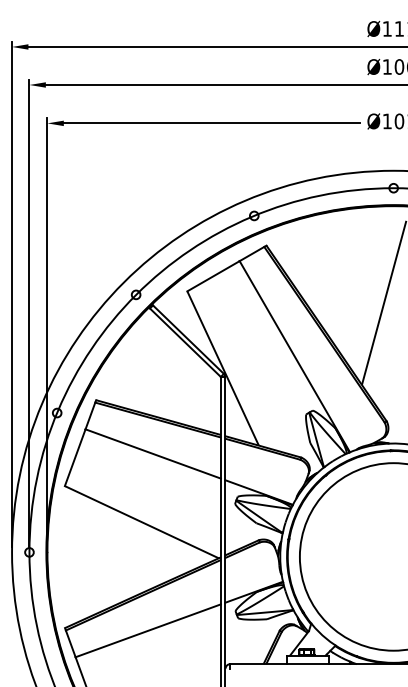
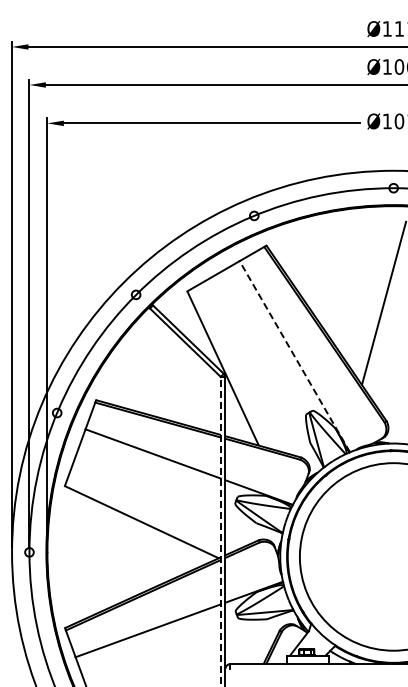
line at (294, 356): solid -> dashed
line at (220, 531): solid -> dashed
